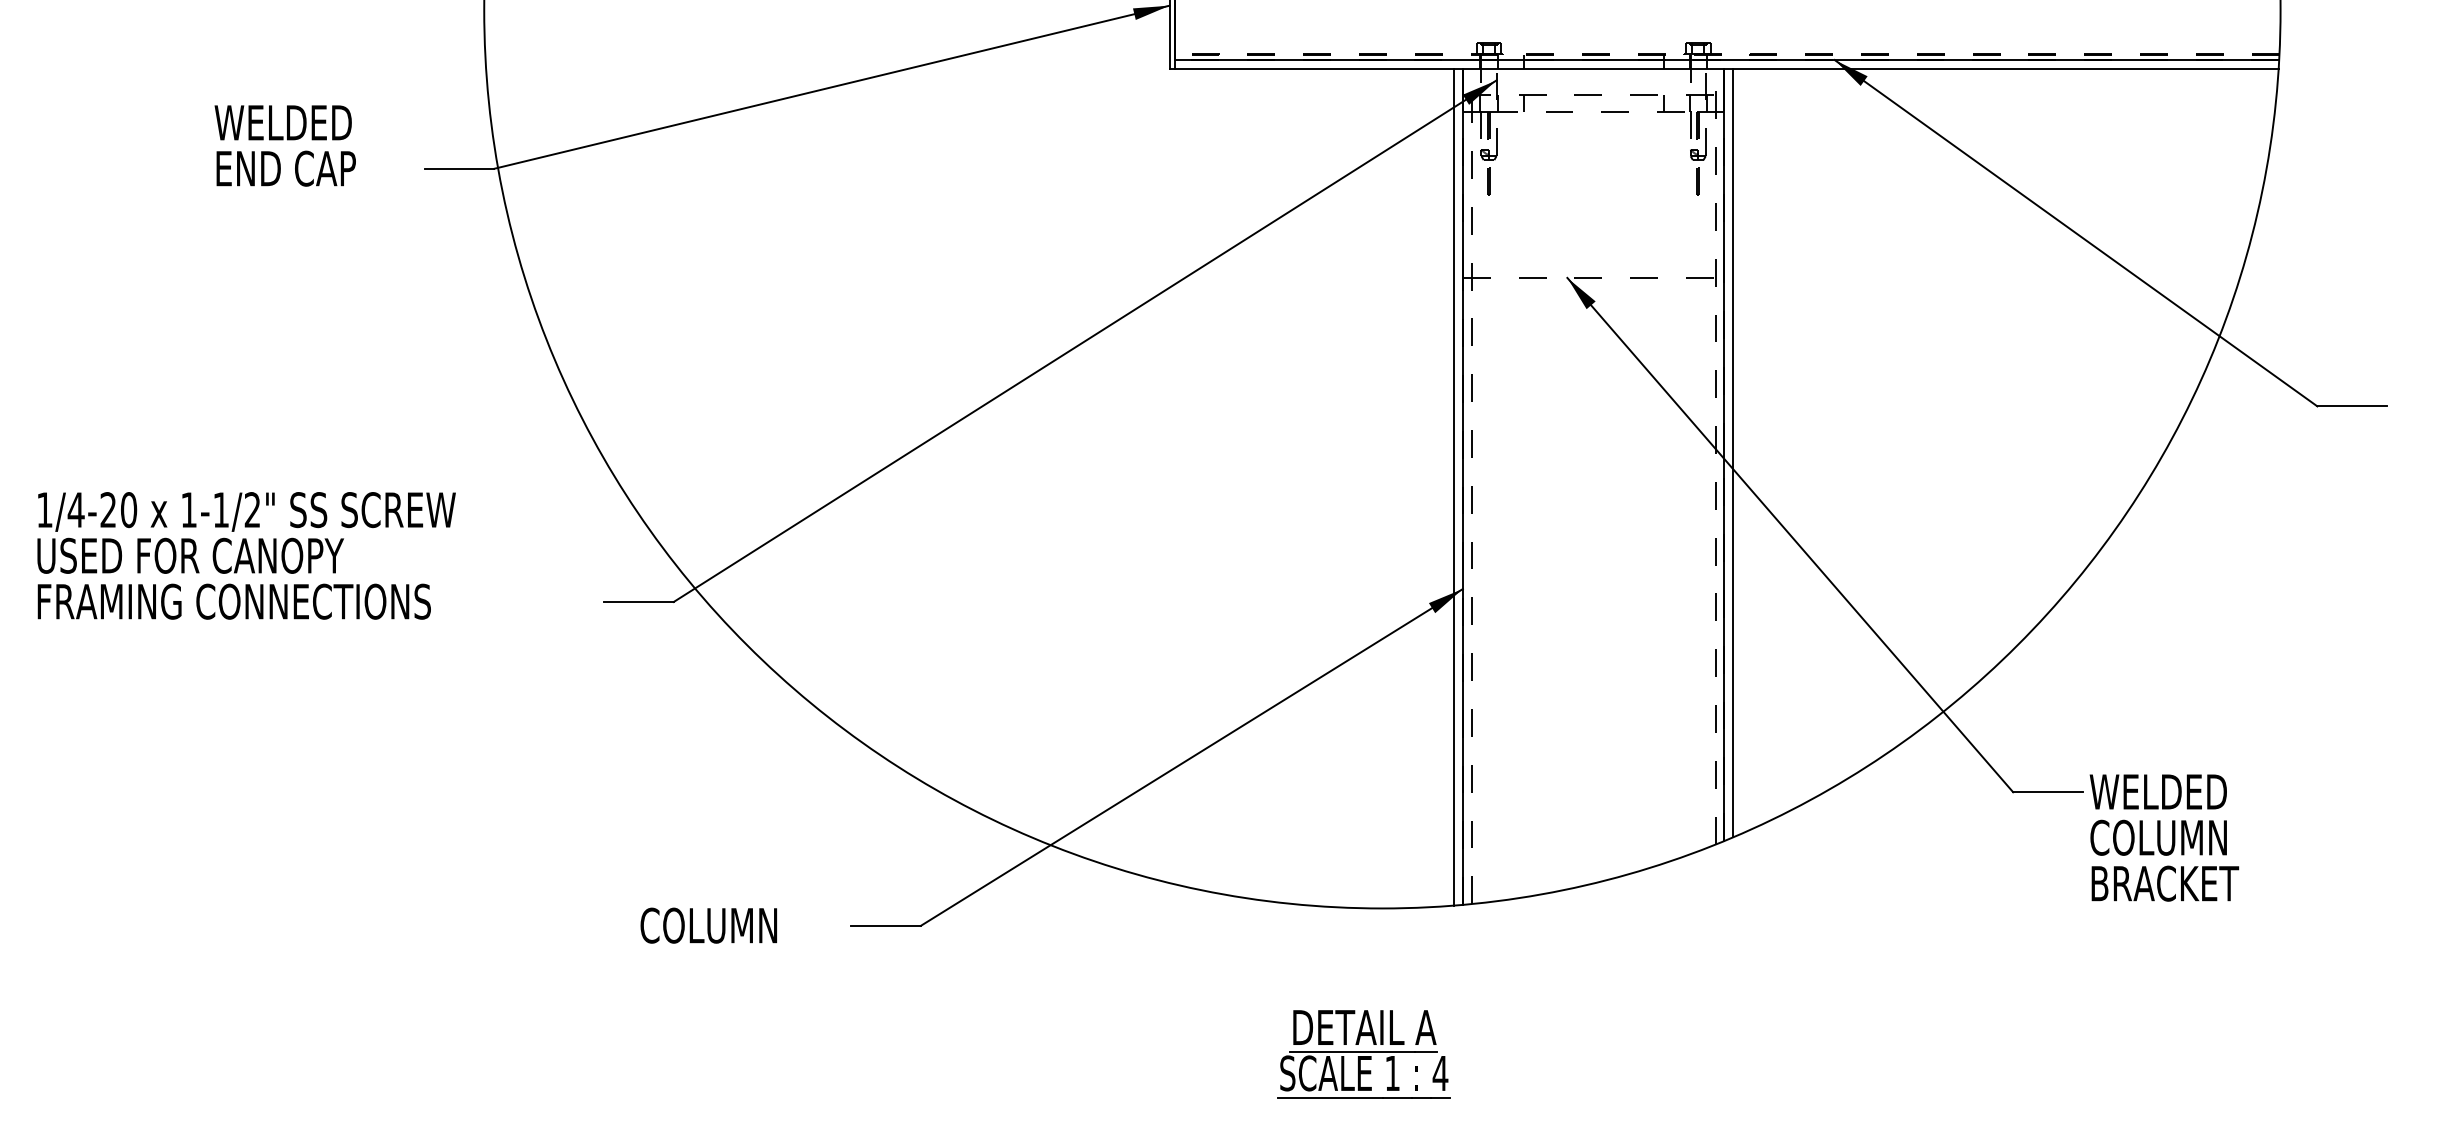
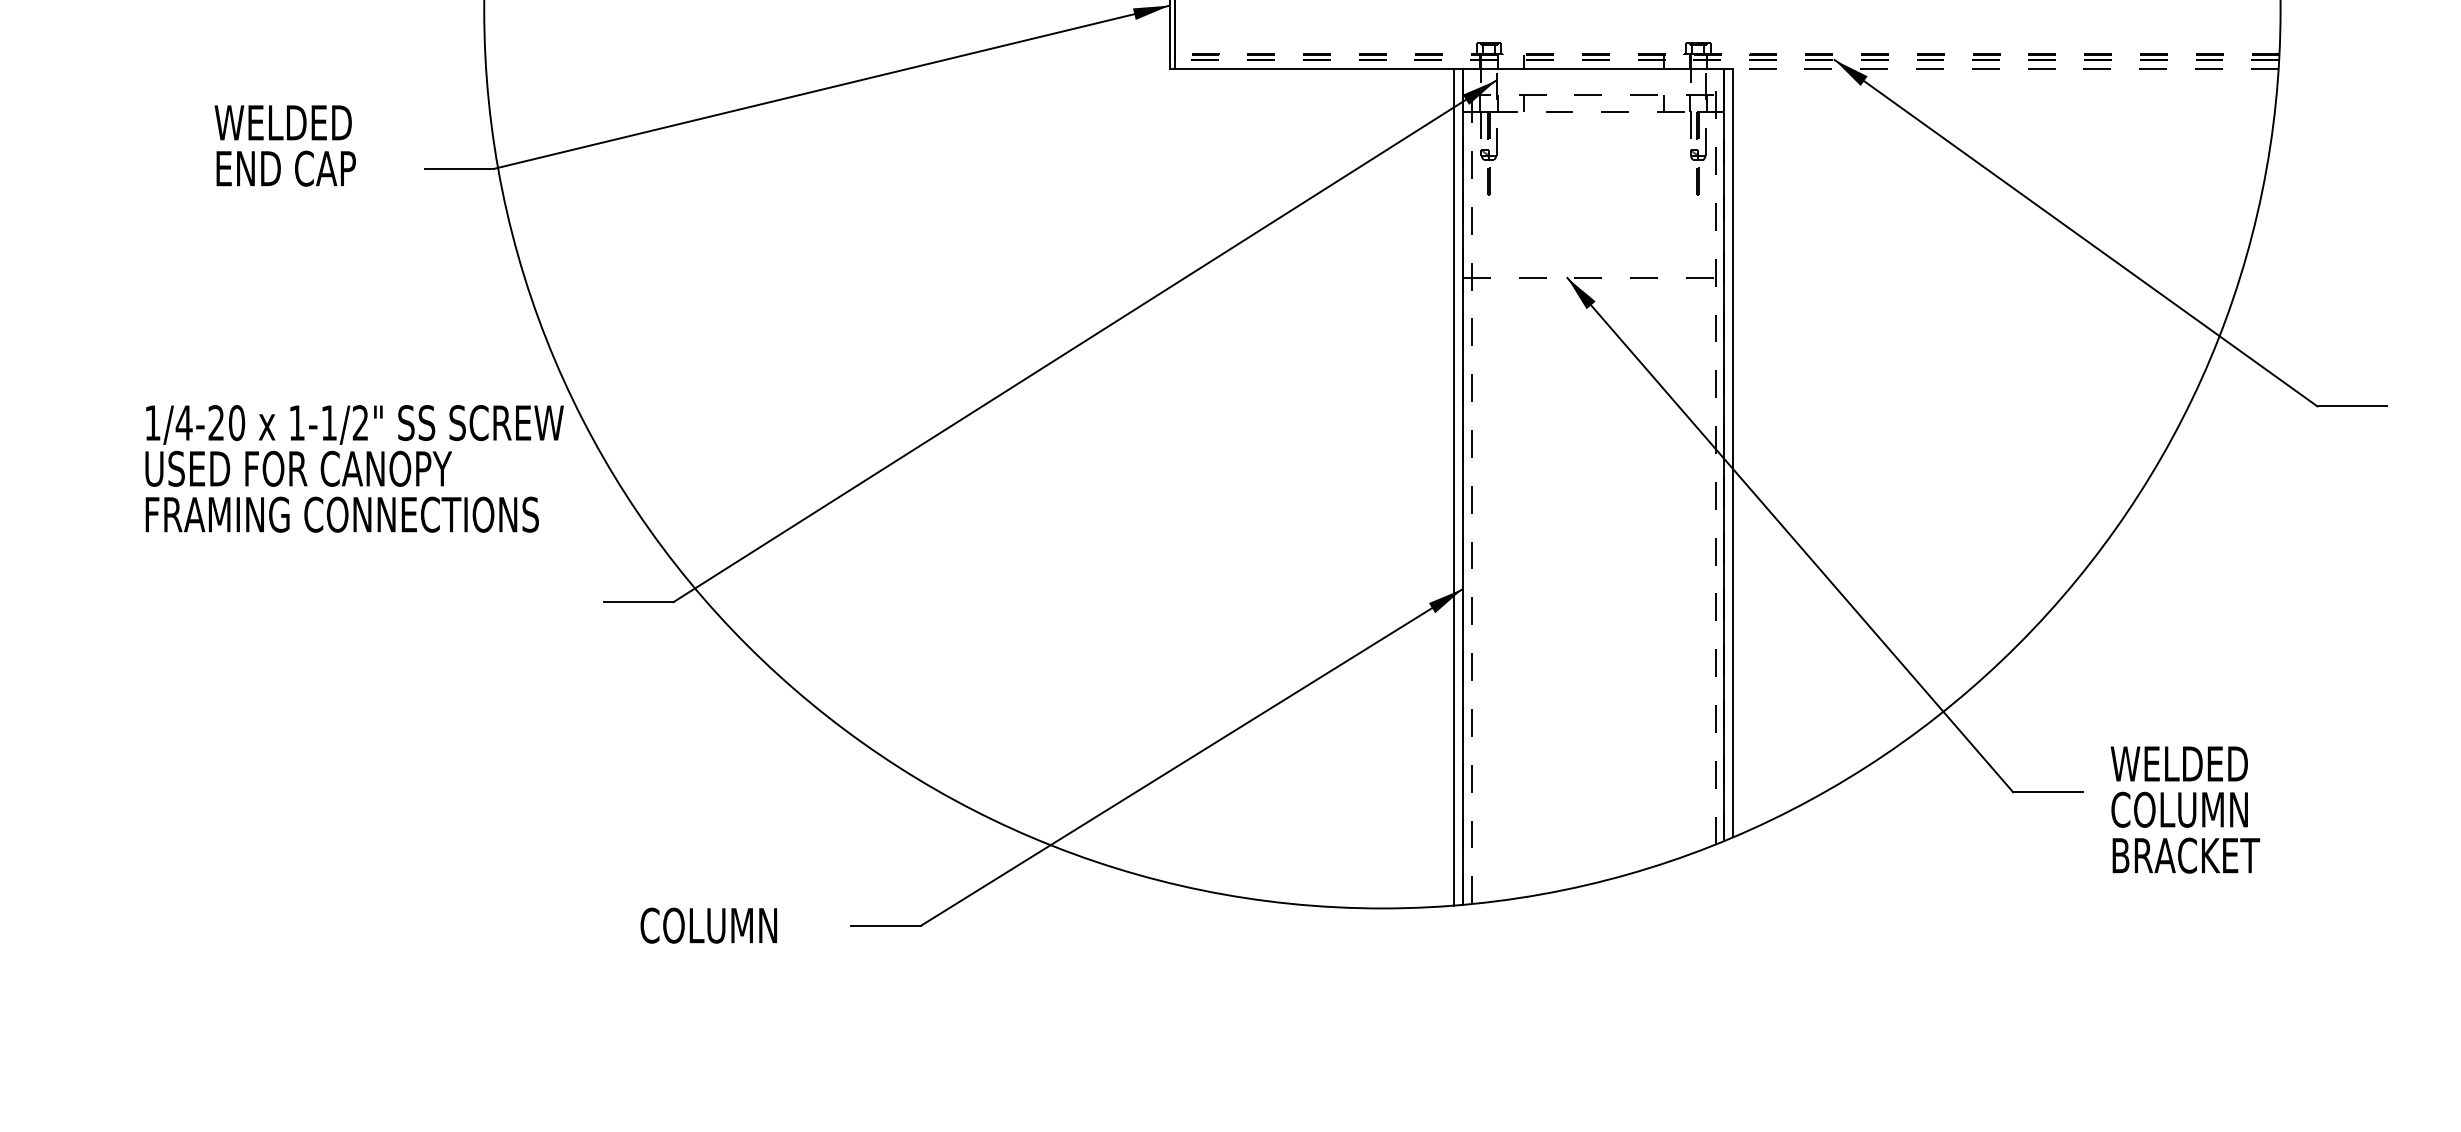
line at (1727, 60): solid -> dashed
line at (2005, 68): solid -> dashed
text at (246, 555) position: (246, 555) -> (354, 468)
text at (2164, 837) position: (2164, 837) -> (2185, 809)
part at (1363, 1054): present -> none
